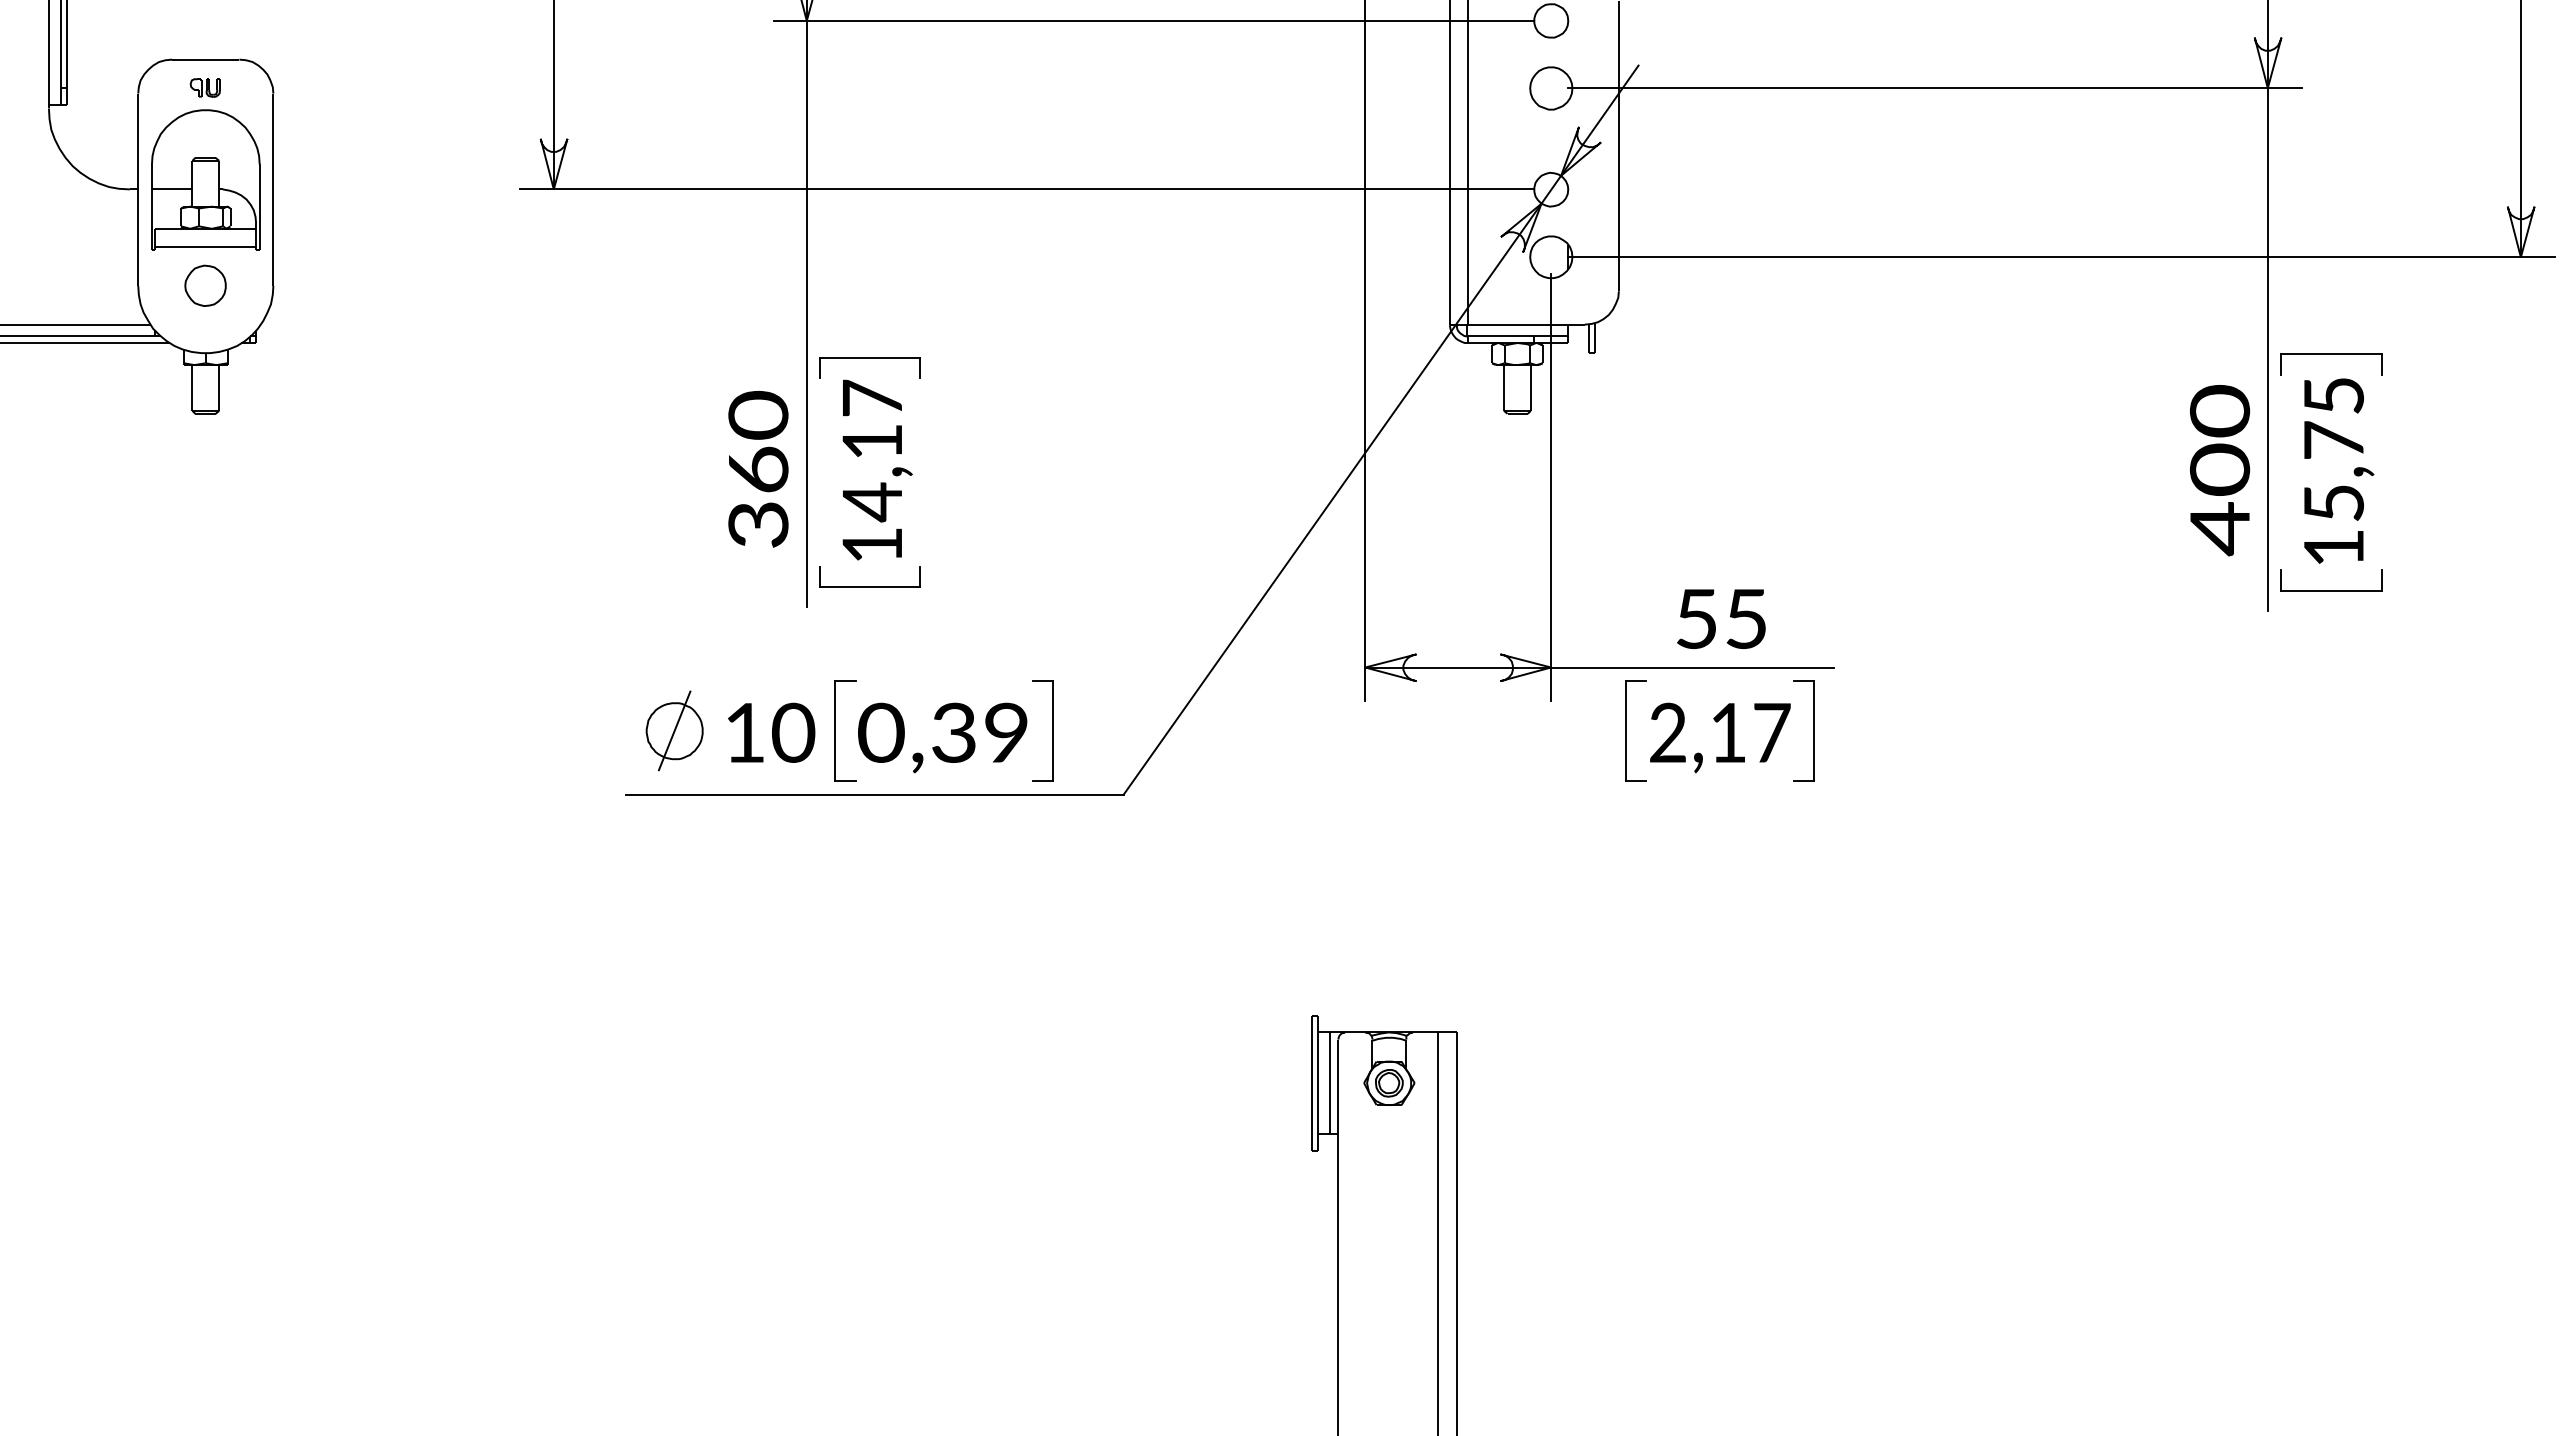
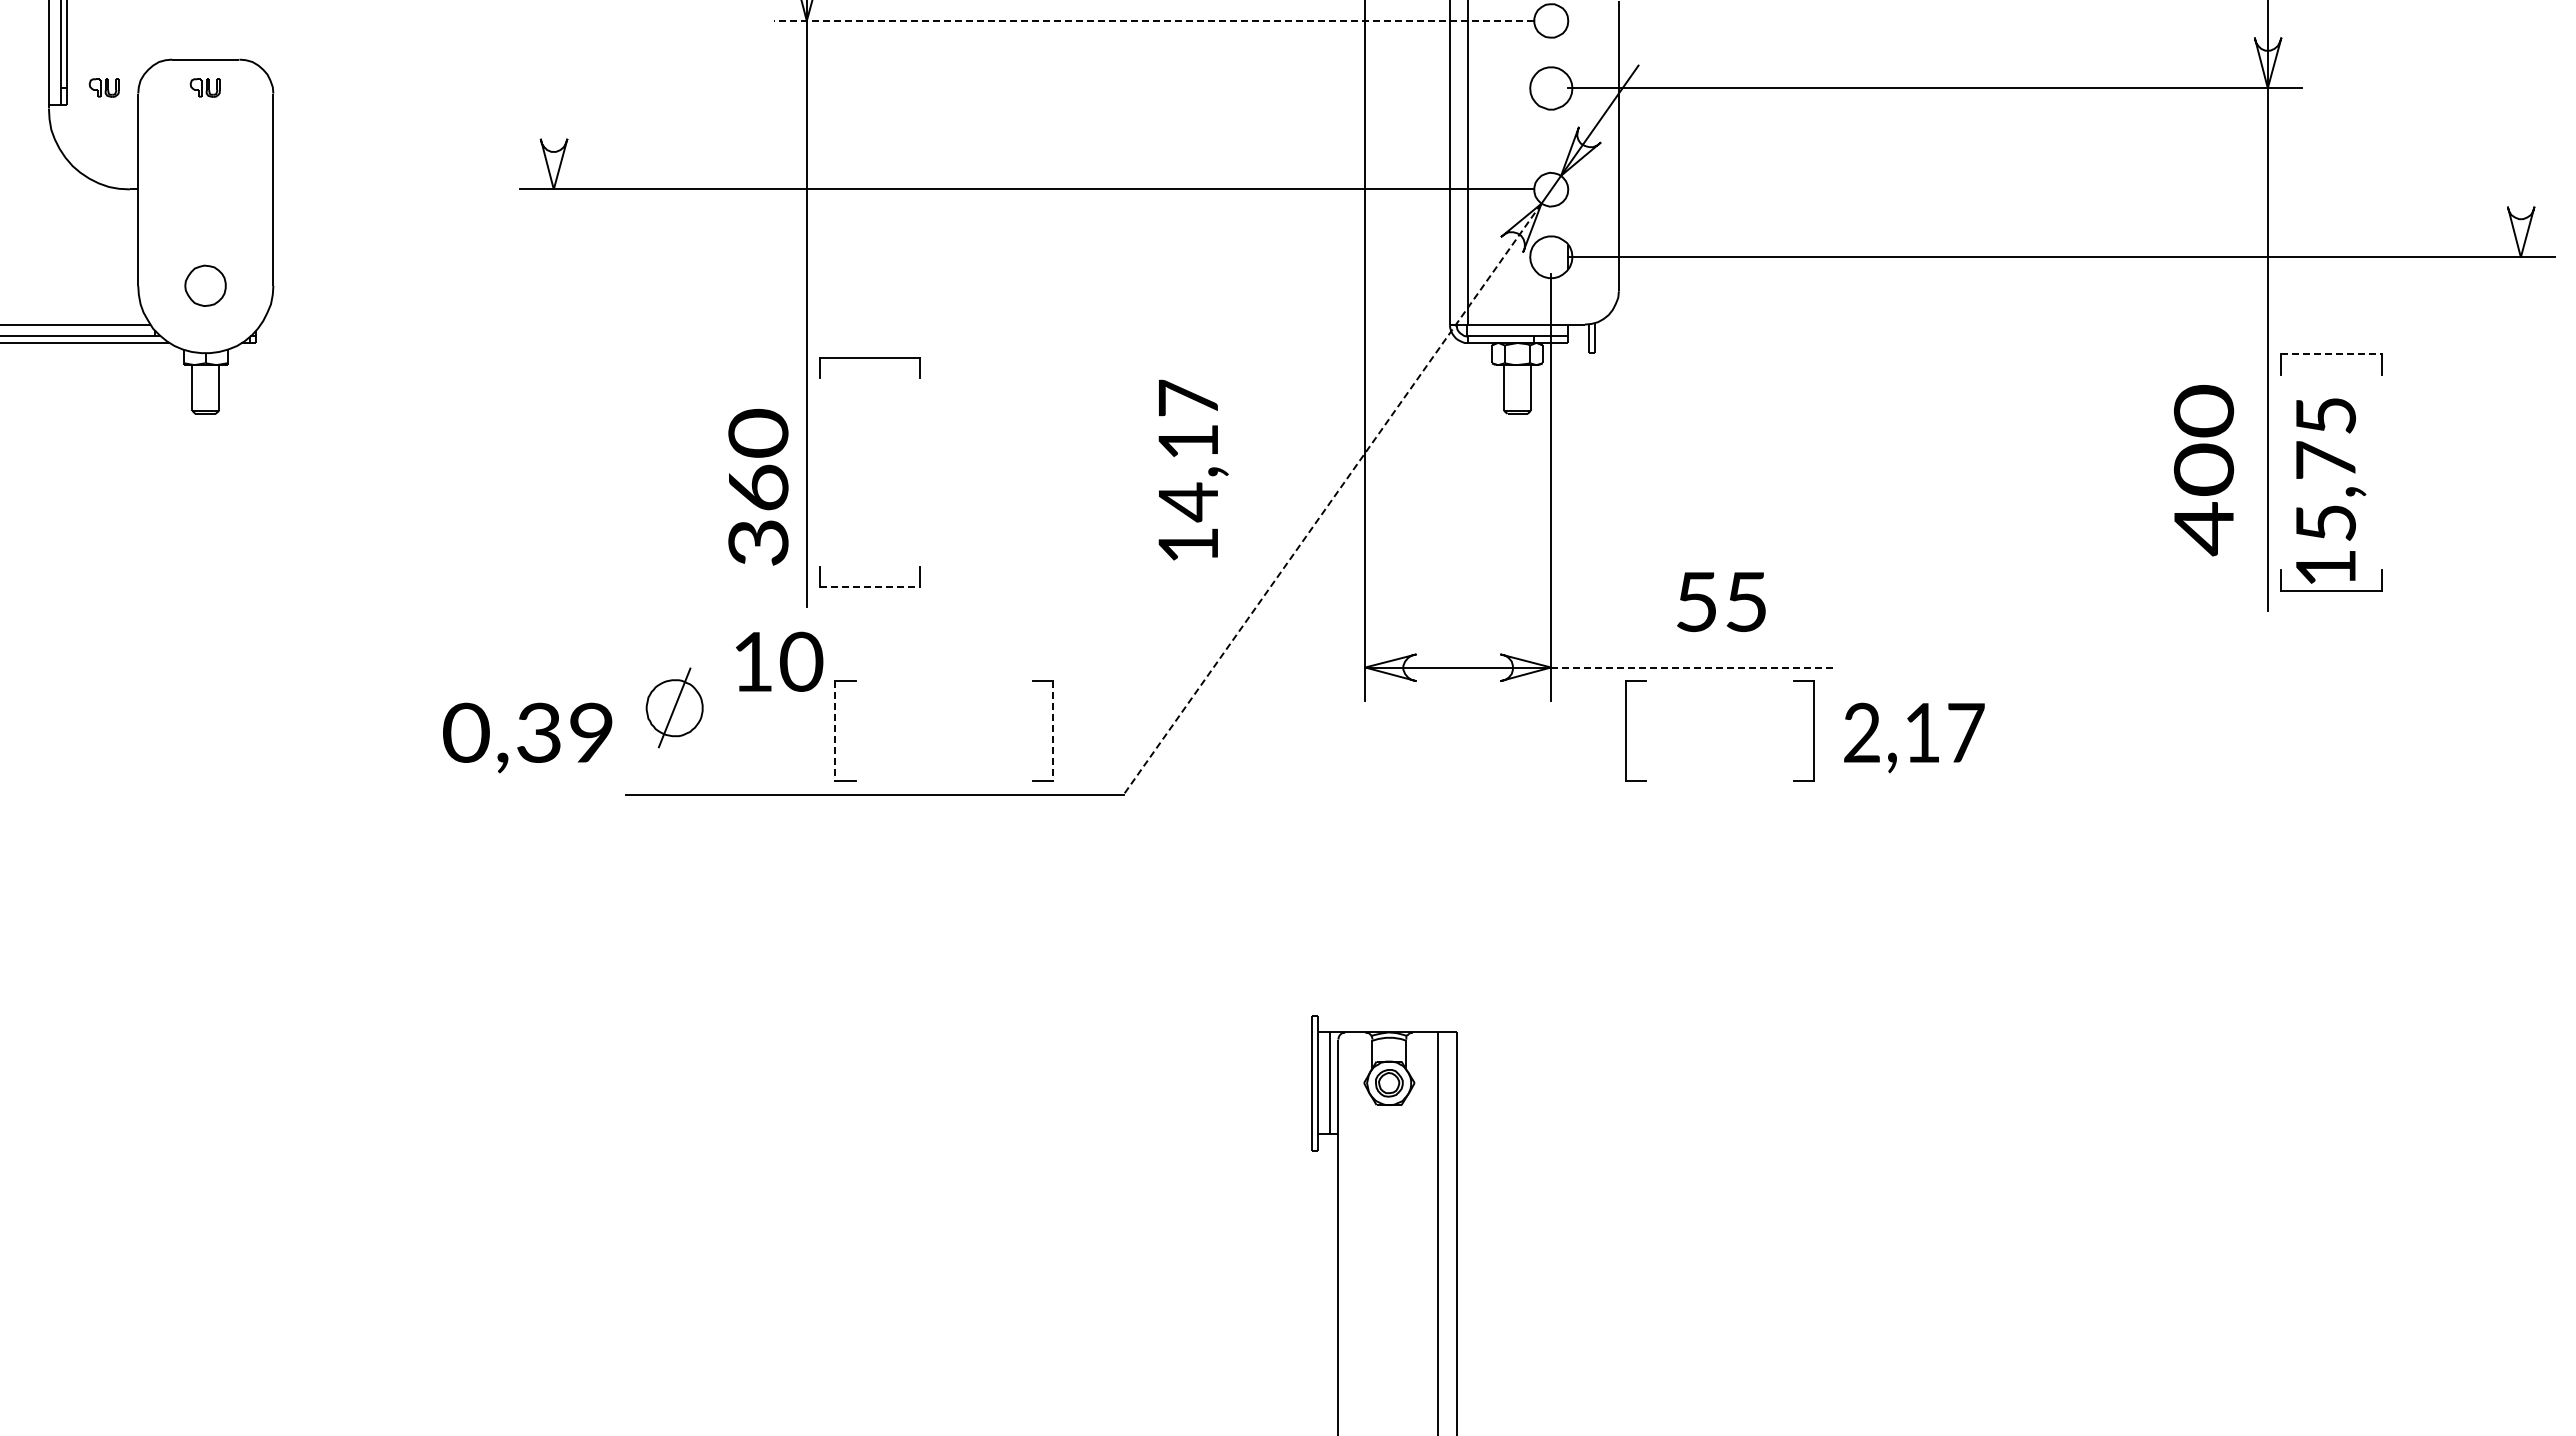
line at (1153, 20): solid -> dashed
part at (103, 87): none -> present
line at (553, 95): present -> none
line at (2520, 129): present -> none
part at (205, 179): present -> none
line at (2331, 354): solid -> dashed
text at (758, 469) position: (758, 469) -> (758, 487)
text at (877, 469) position: (877, 469) -> (1193, 469)
text at (2220, 470) position: (2220, 470) -> (2204, 470)
text at (2339, 470) position: (2339, 470) -> (2331, 490)
line at (1332, 499): solid -> dashed
line at (870, 587): solid -> dashed
text at (1721, 619) position: (1721, 619) -> (1721, 602)
line at (1692, 667): solid -> dashed
part at (674, 730) position: (674, 730) -> (674, 707)
line at (835, 731): solid -> dashed
line at (1053, 731): solid -> dashed
text at (771, 732) position: (771, 732) -> (779, 661)
text at (942, 737) position: (942, 737) -> (527, 737)
text at (1720, 737) position: (1720, 737) -> (1914, 737)
